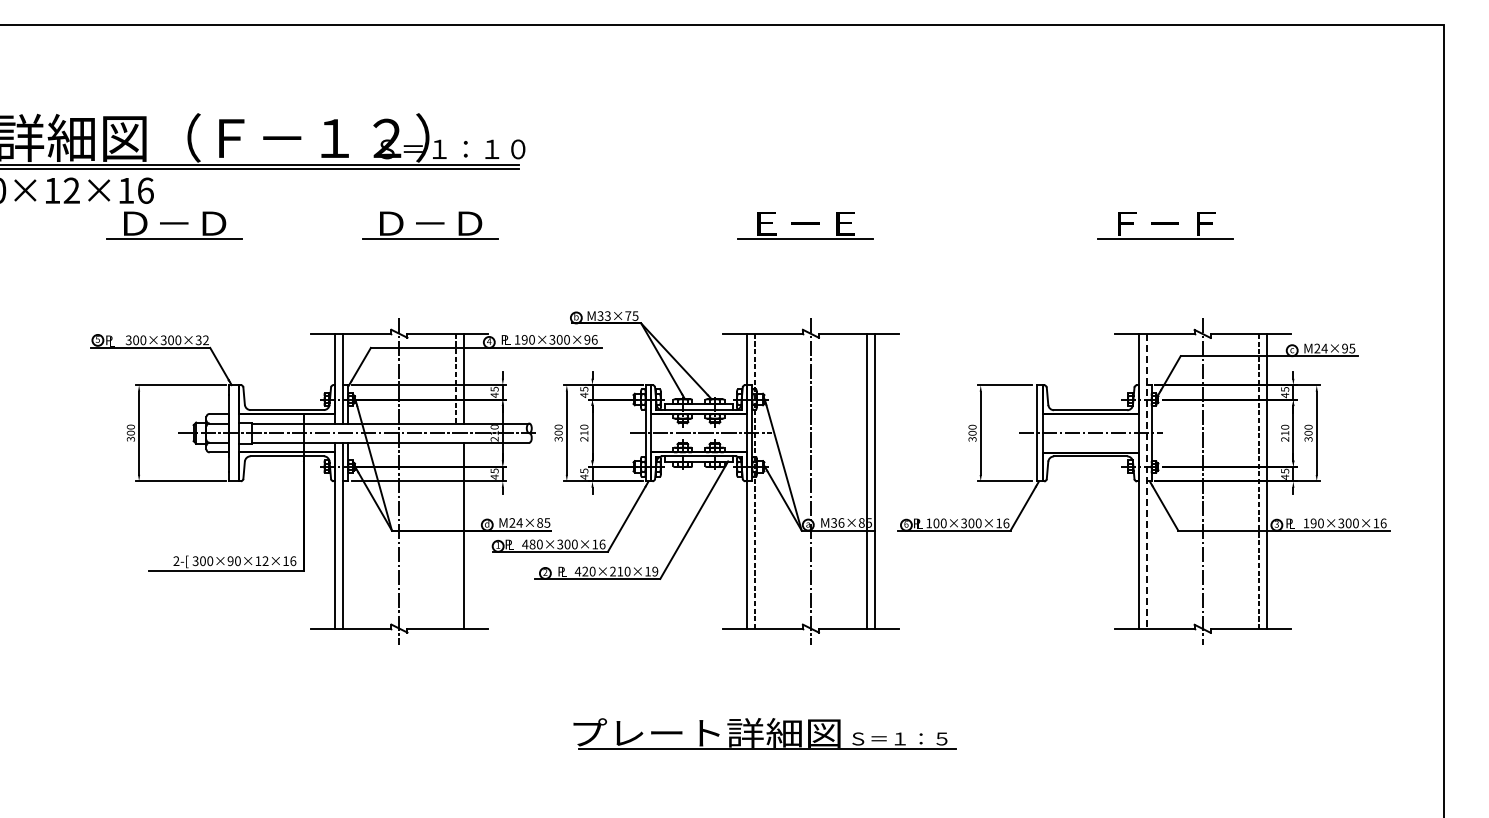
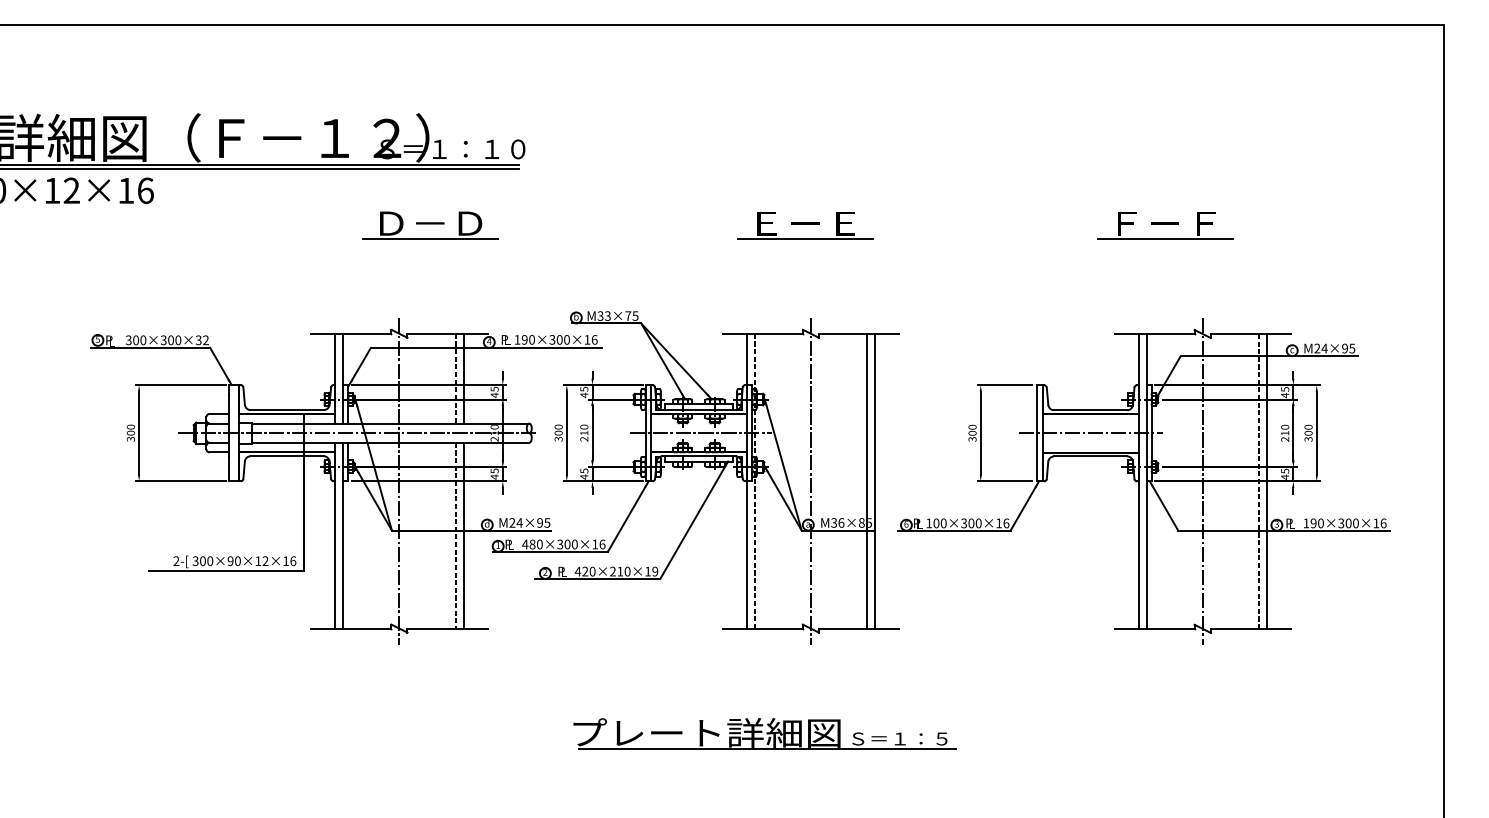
part at (174, 225): present -> none
text at (587, 339): 190×300×96 -> 190×300×16
line at (1146, 481): dashed -> solid
text at (540, 522): M24×85 -> M24×95
line at (455, 535): none -> present
